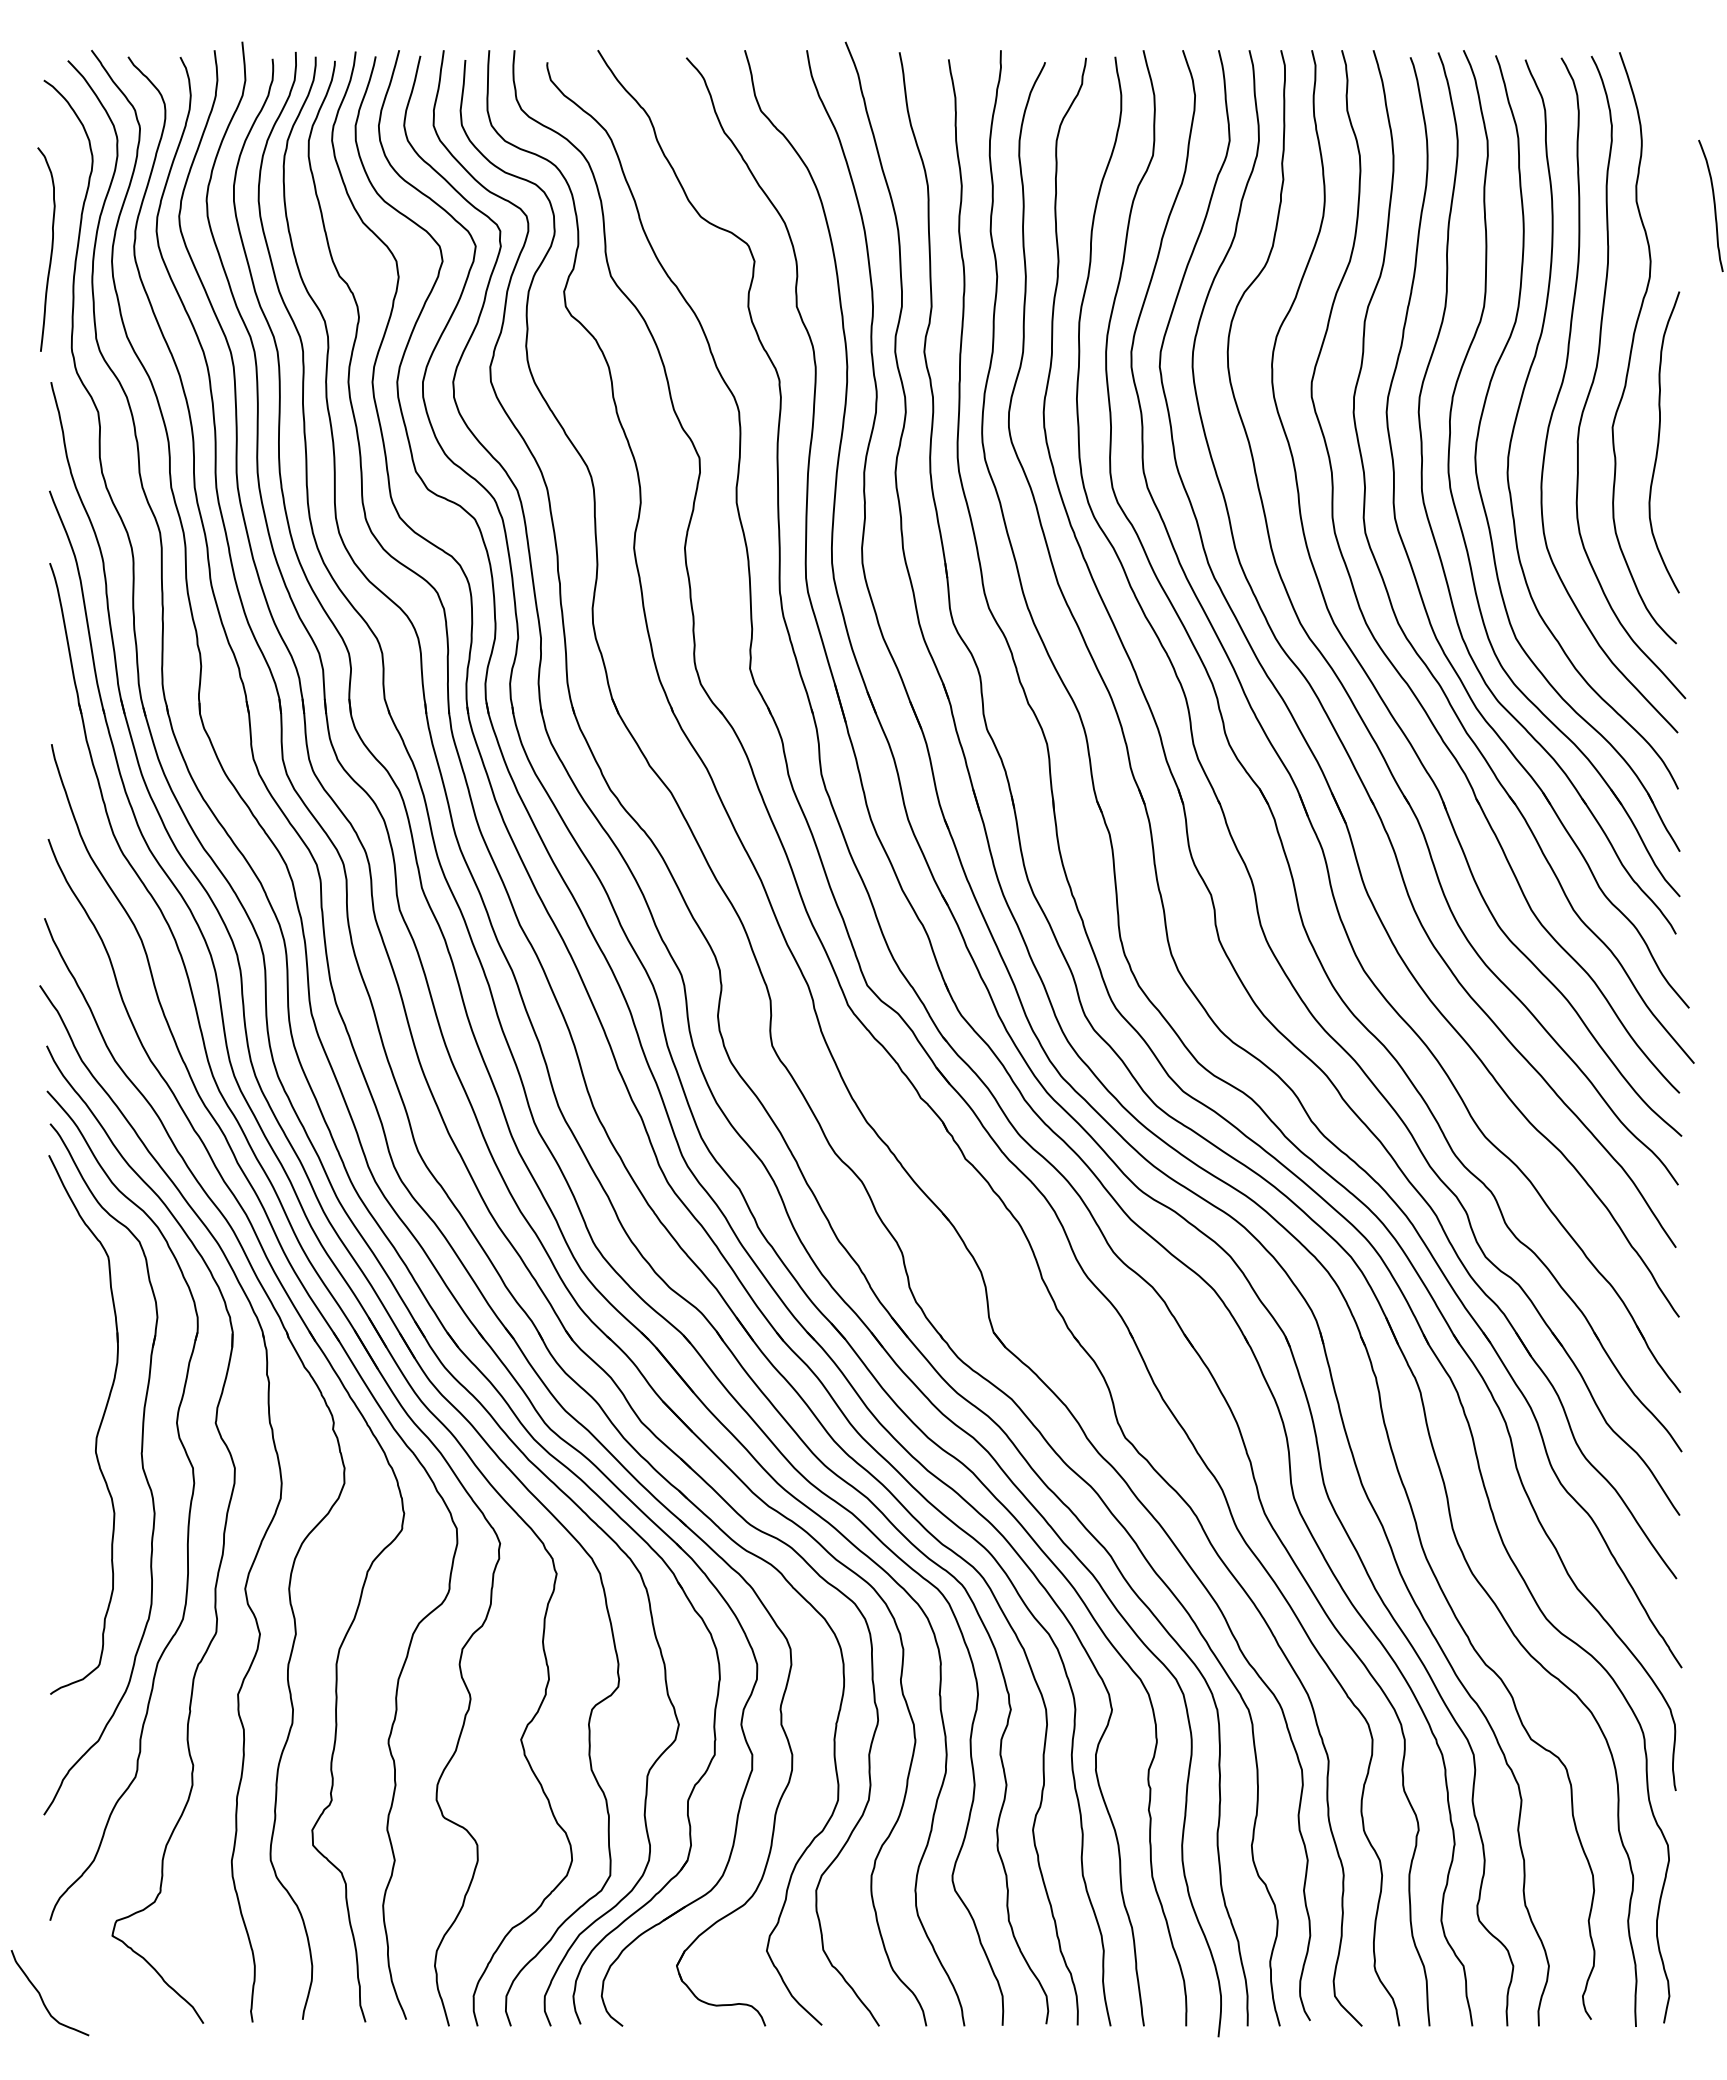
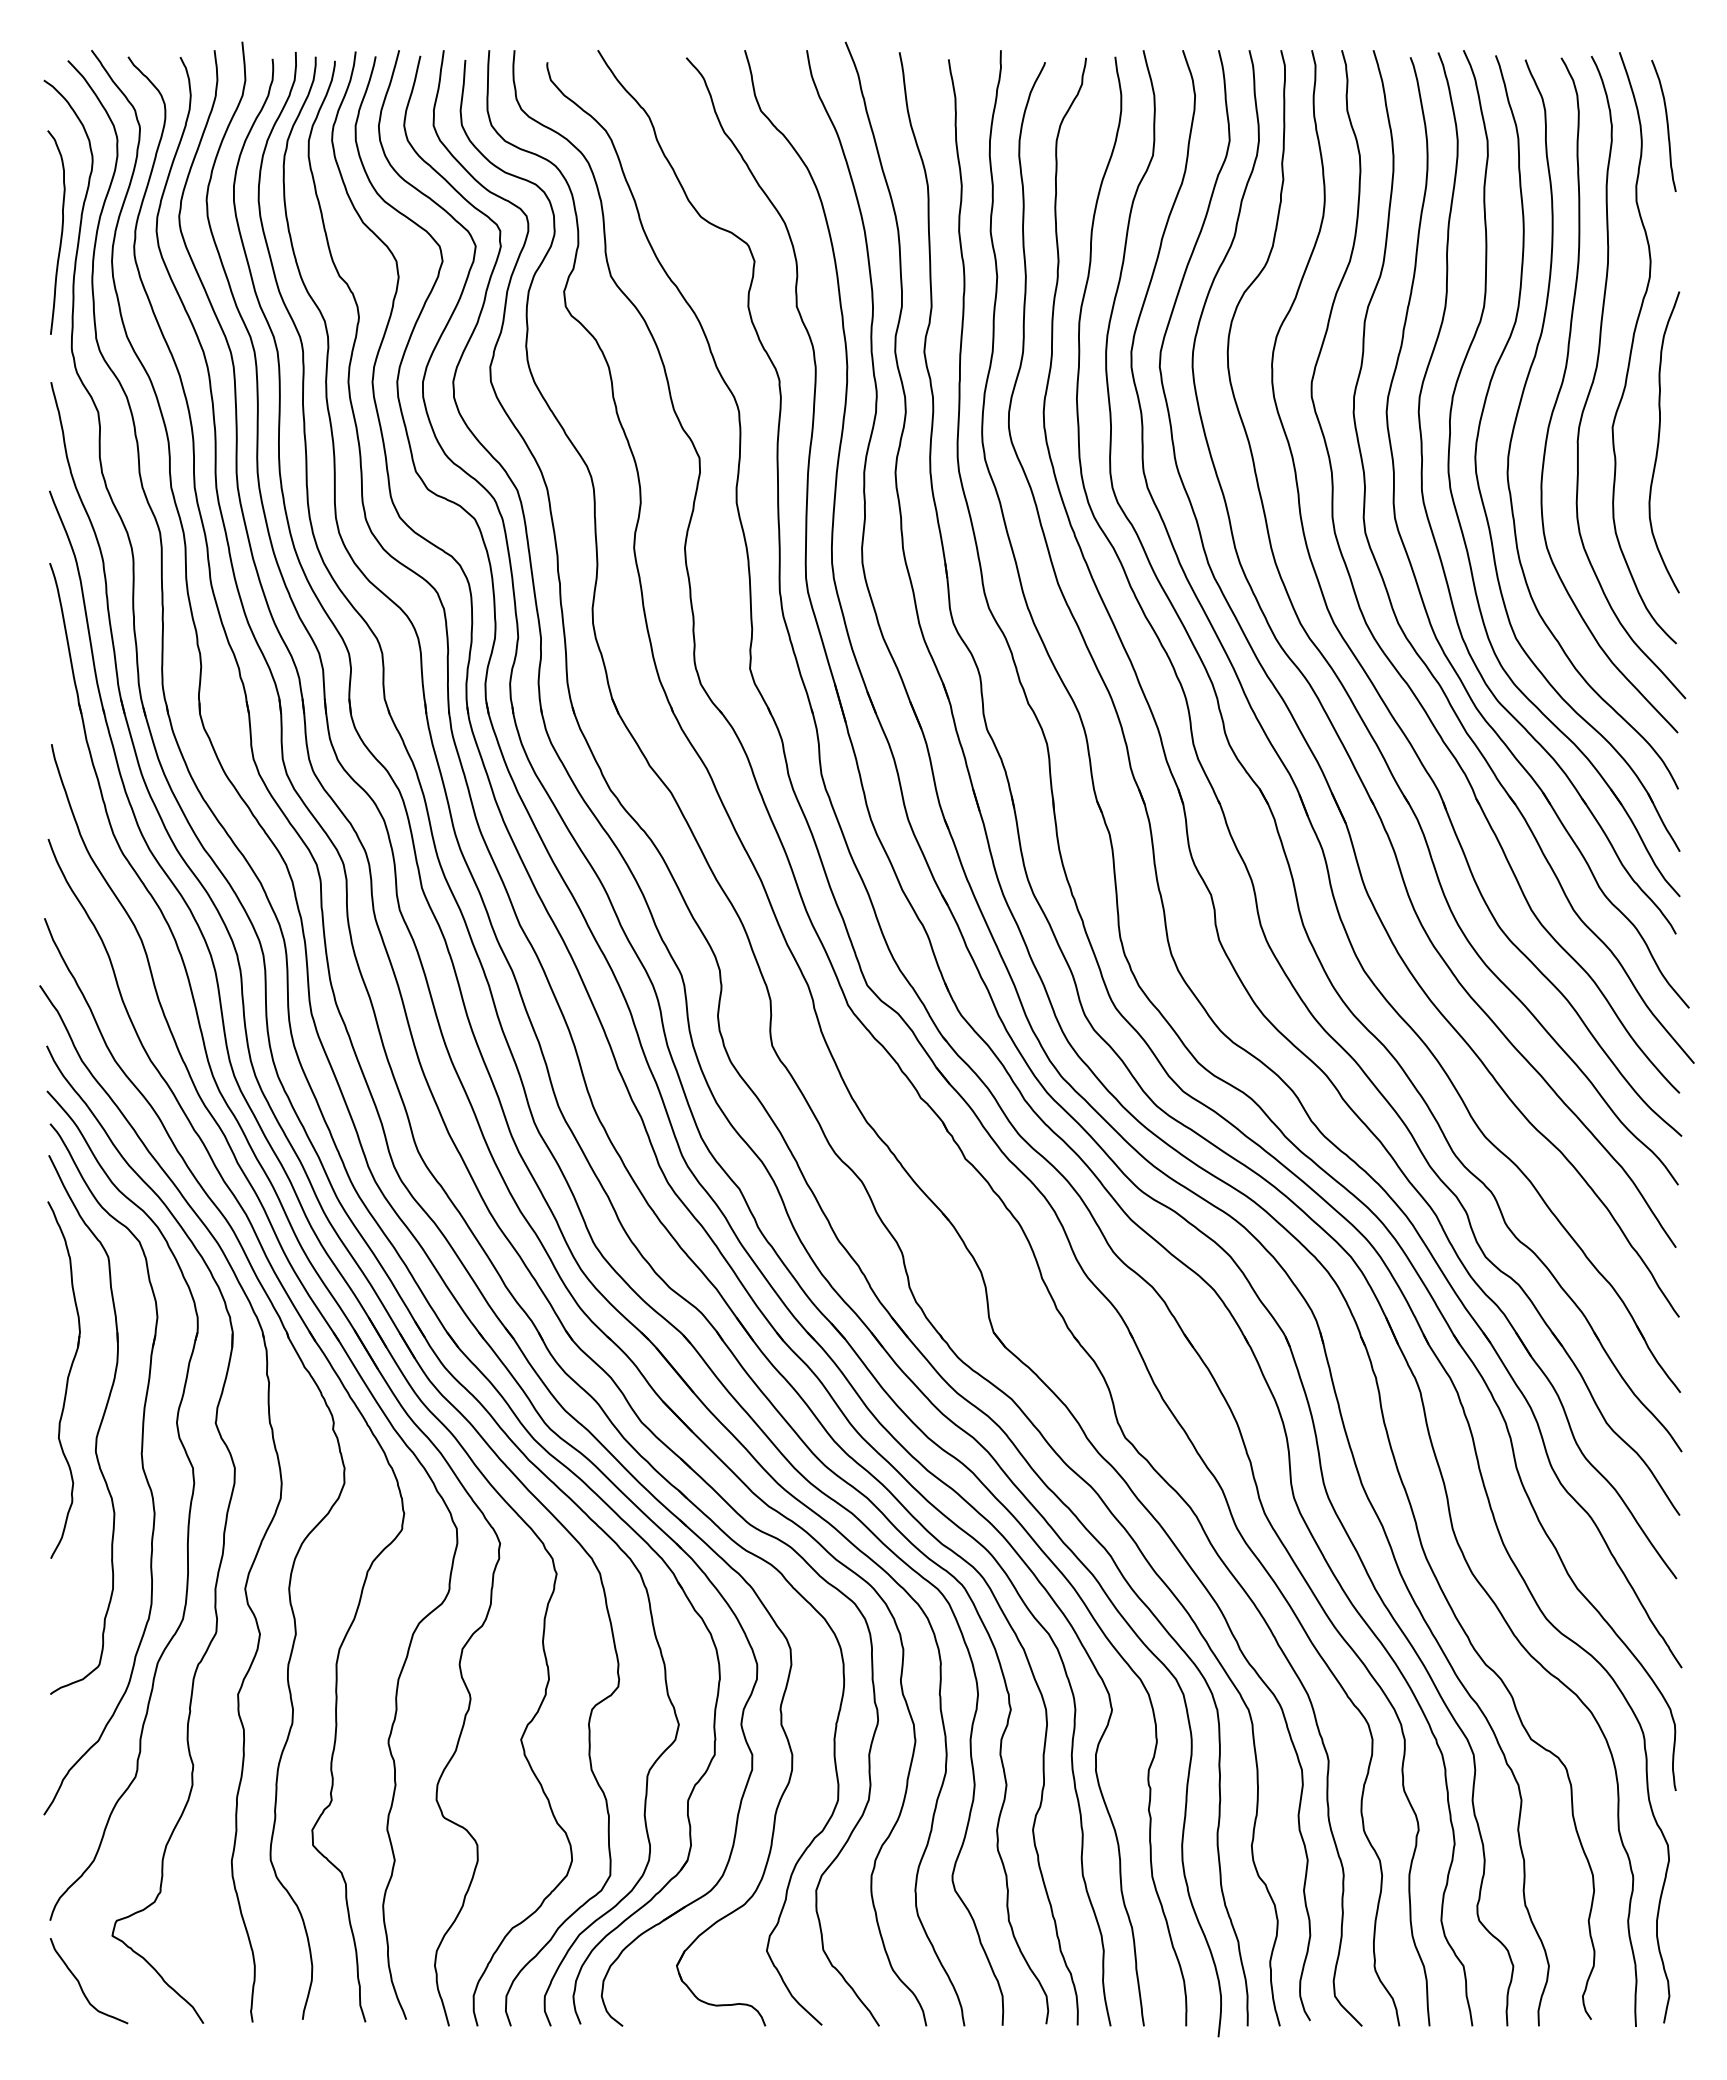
curve at (1713, 204) position: (1713, 204) -> (1666, 124)
curve at (51, 249) position: (51, 249) -> (61, 232)
part at (63, 1379): none -> present
curve at (42, 1997) position: (42, 1997) -> (81, 1985)
